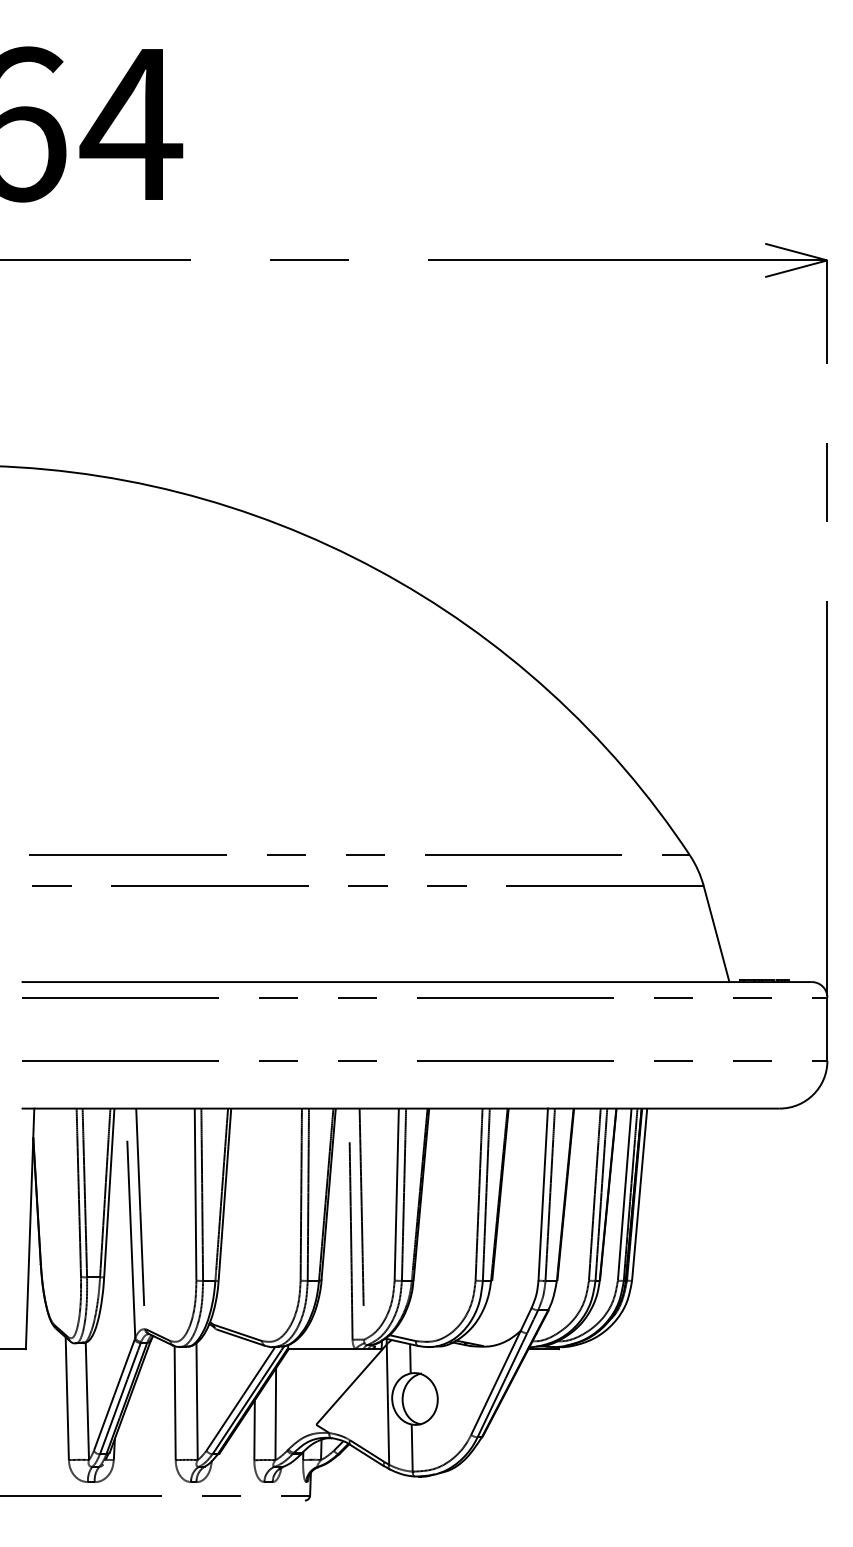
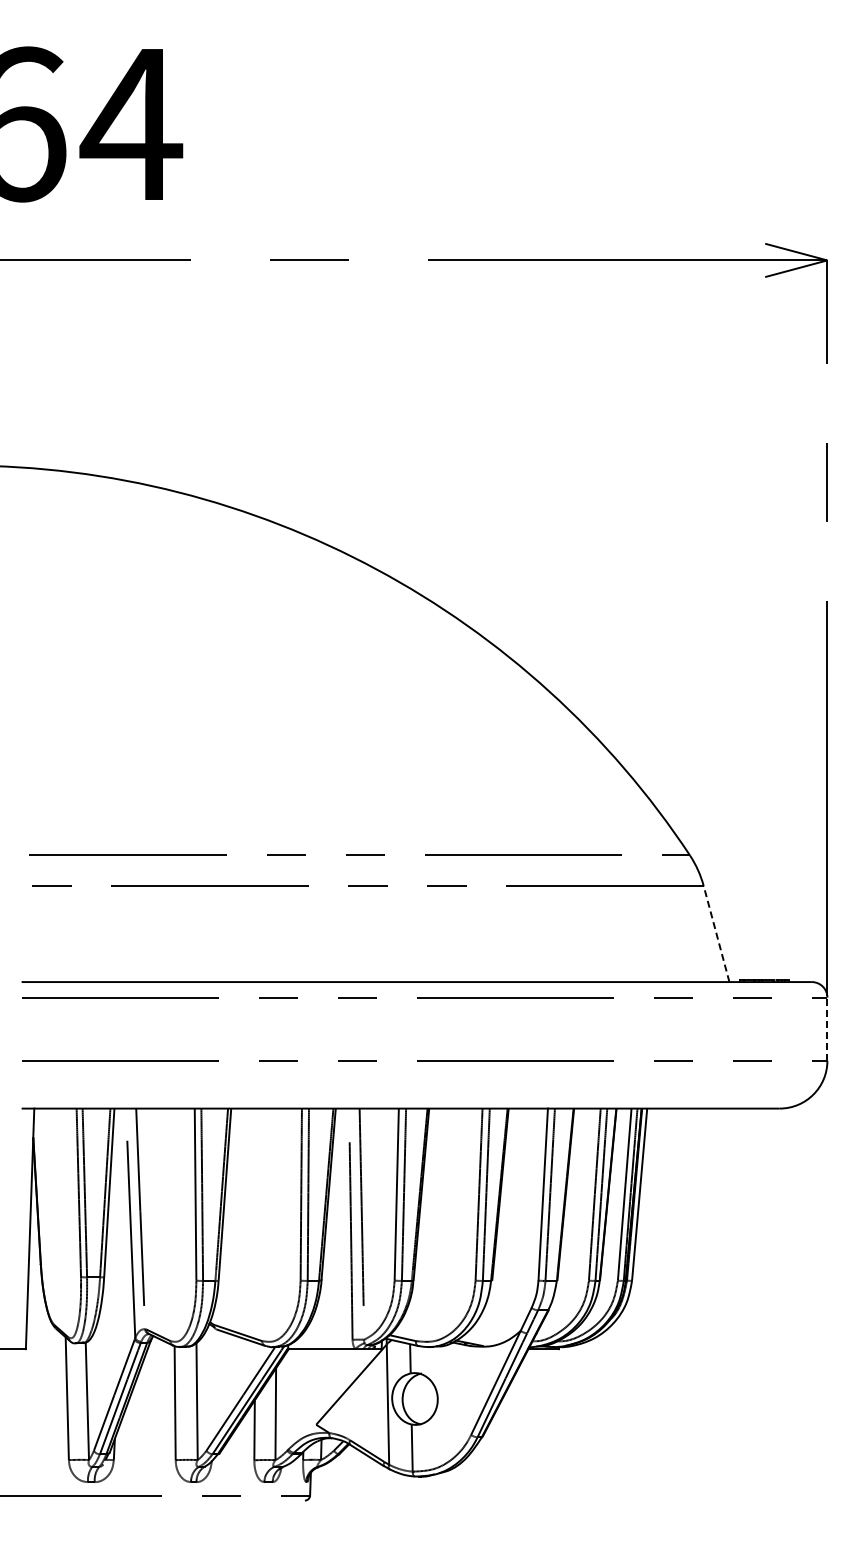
line at (716, 933): solid -> dashed
line at (827, 1029): solid -> dashed
